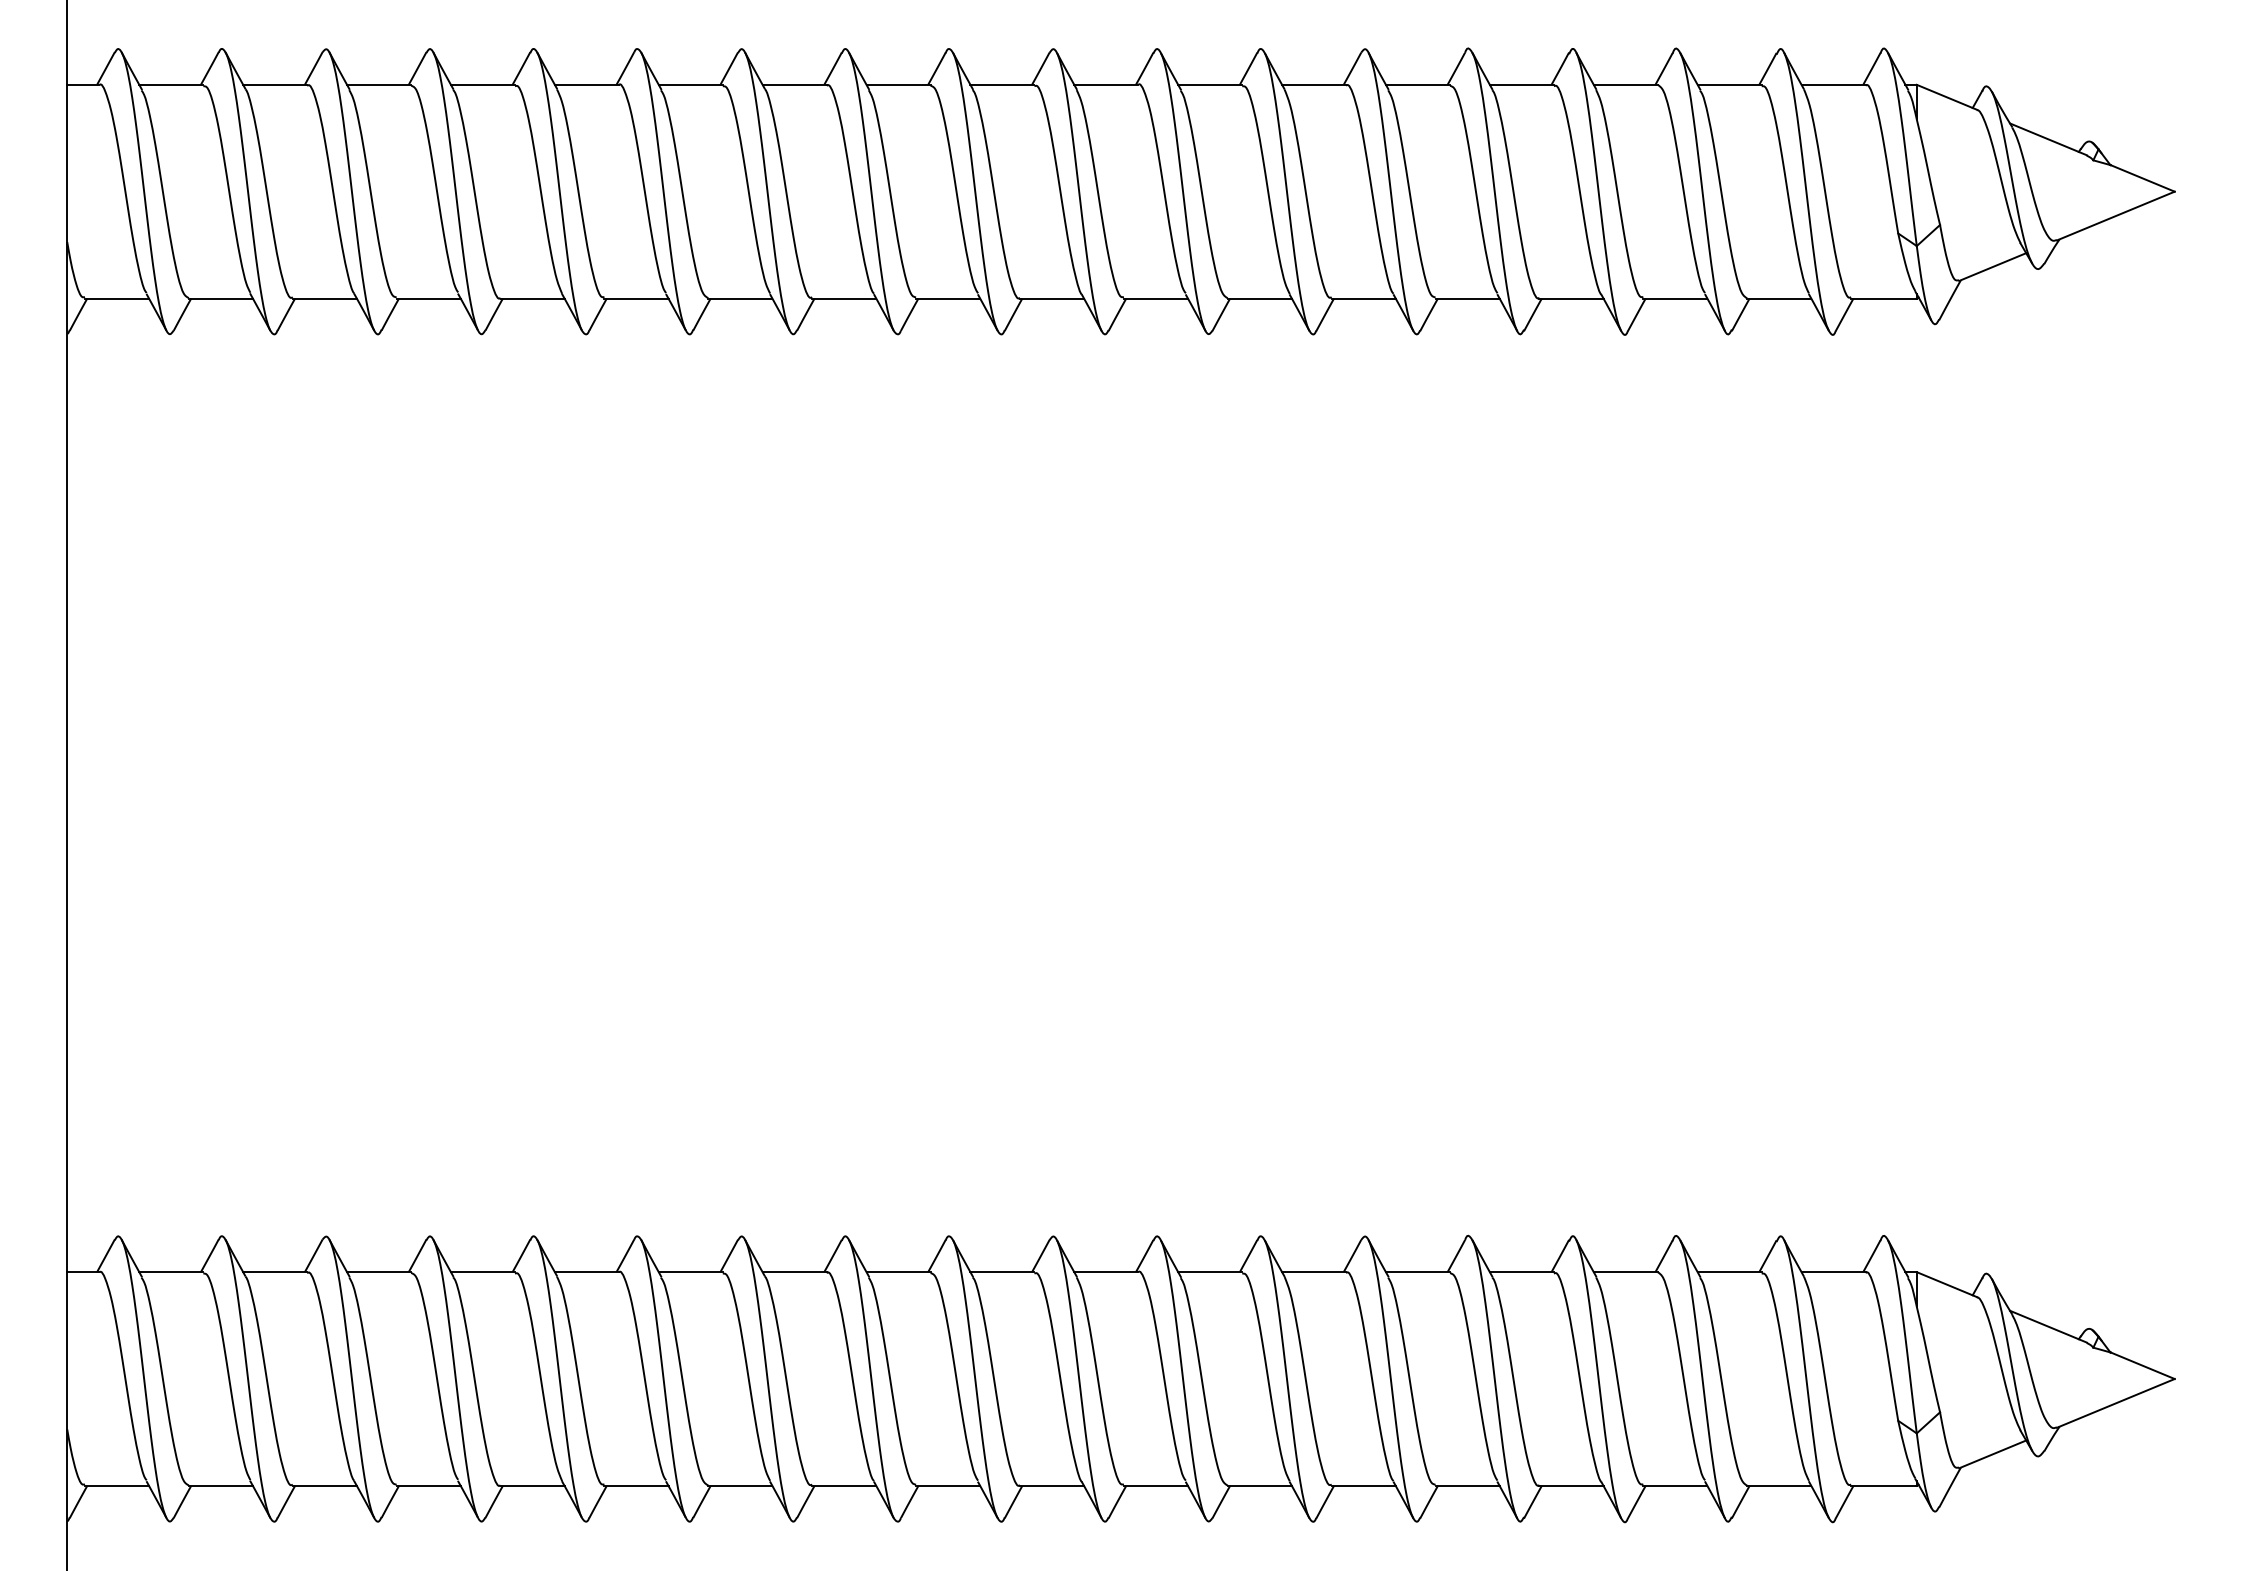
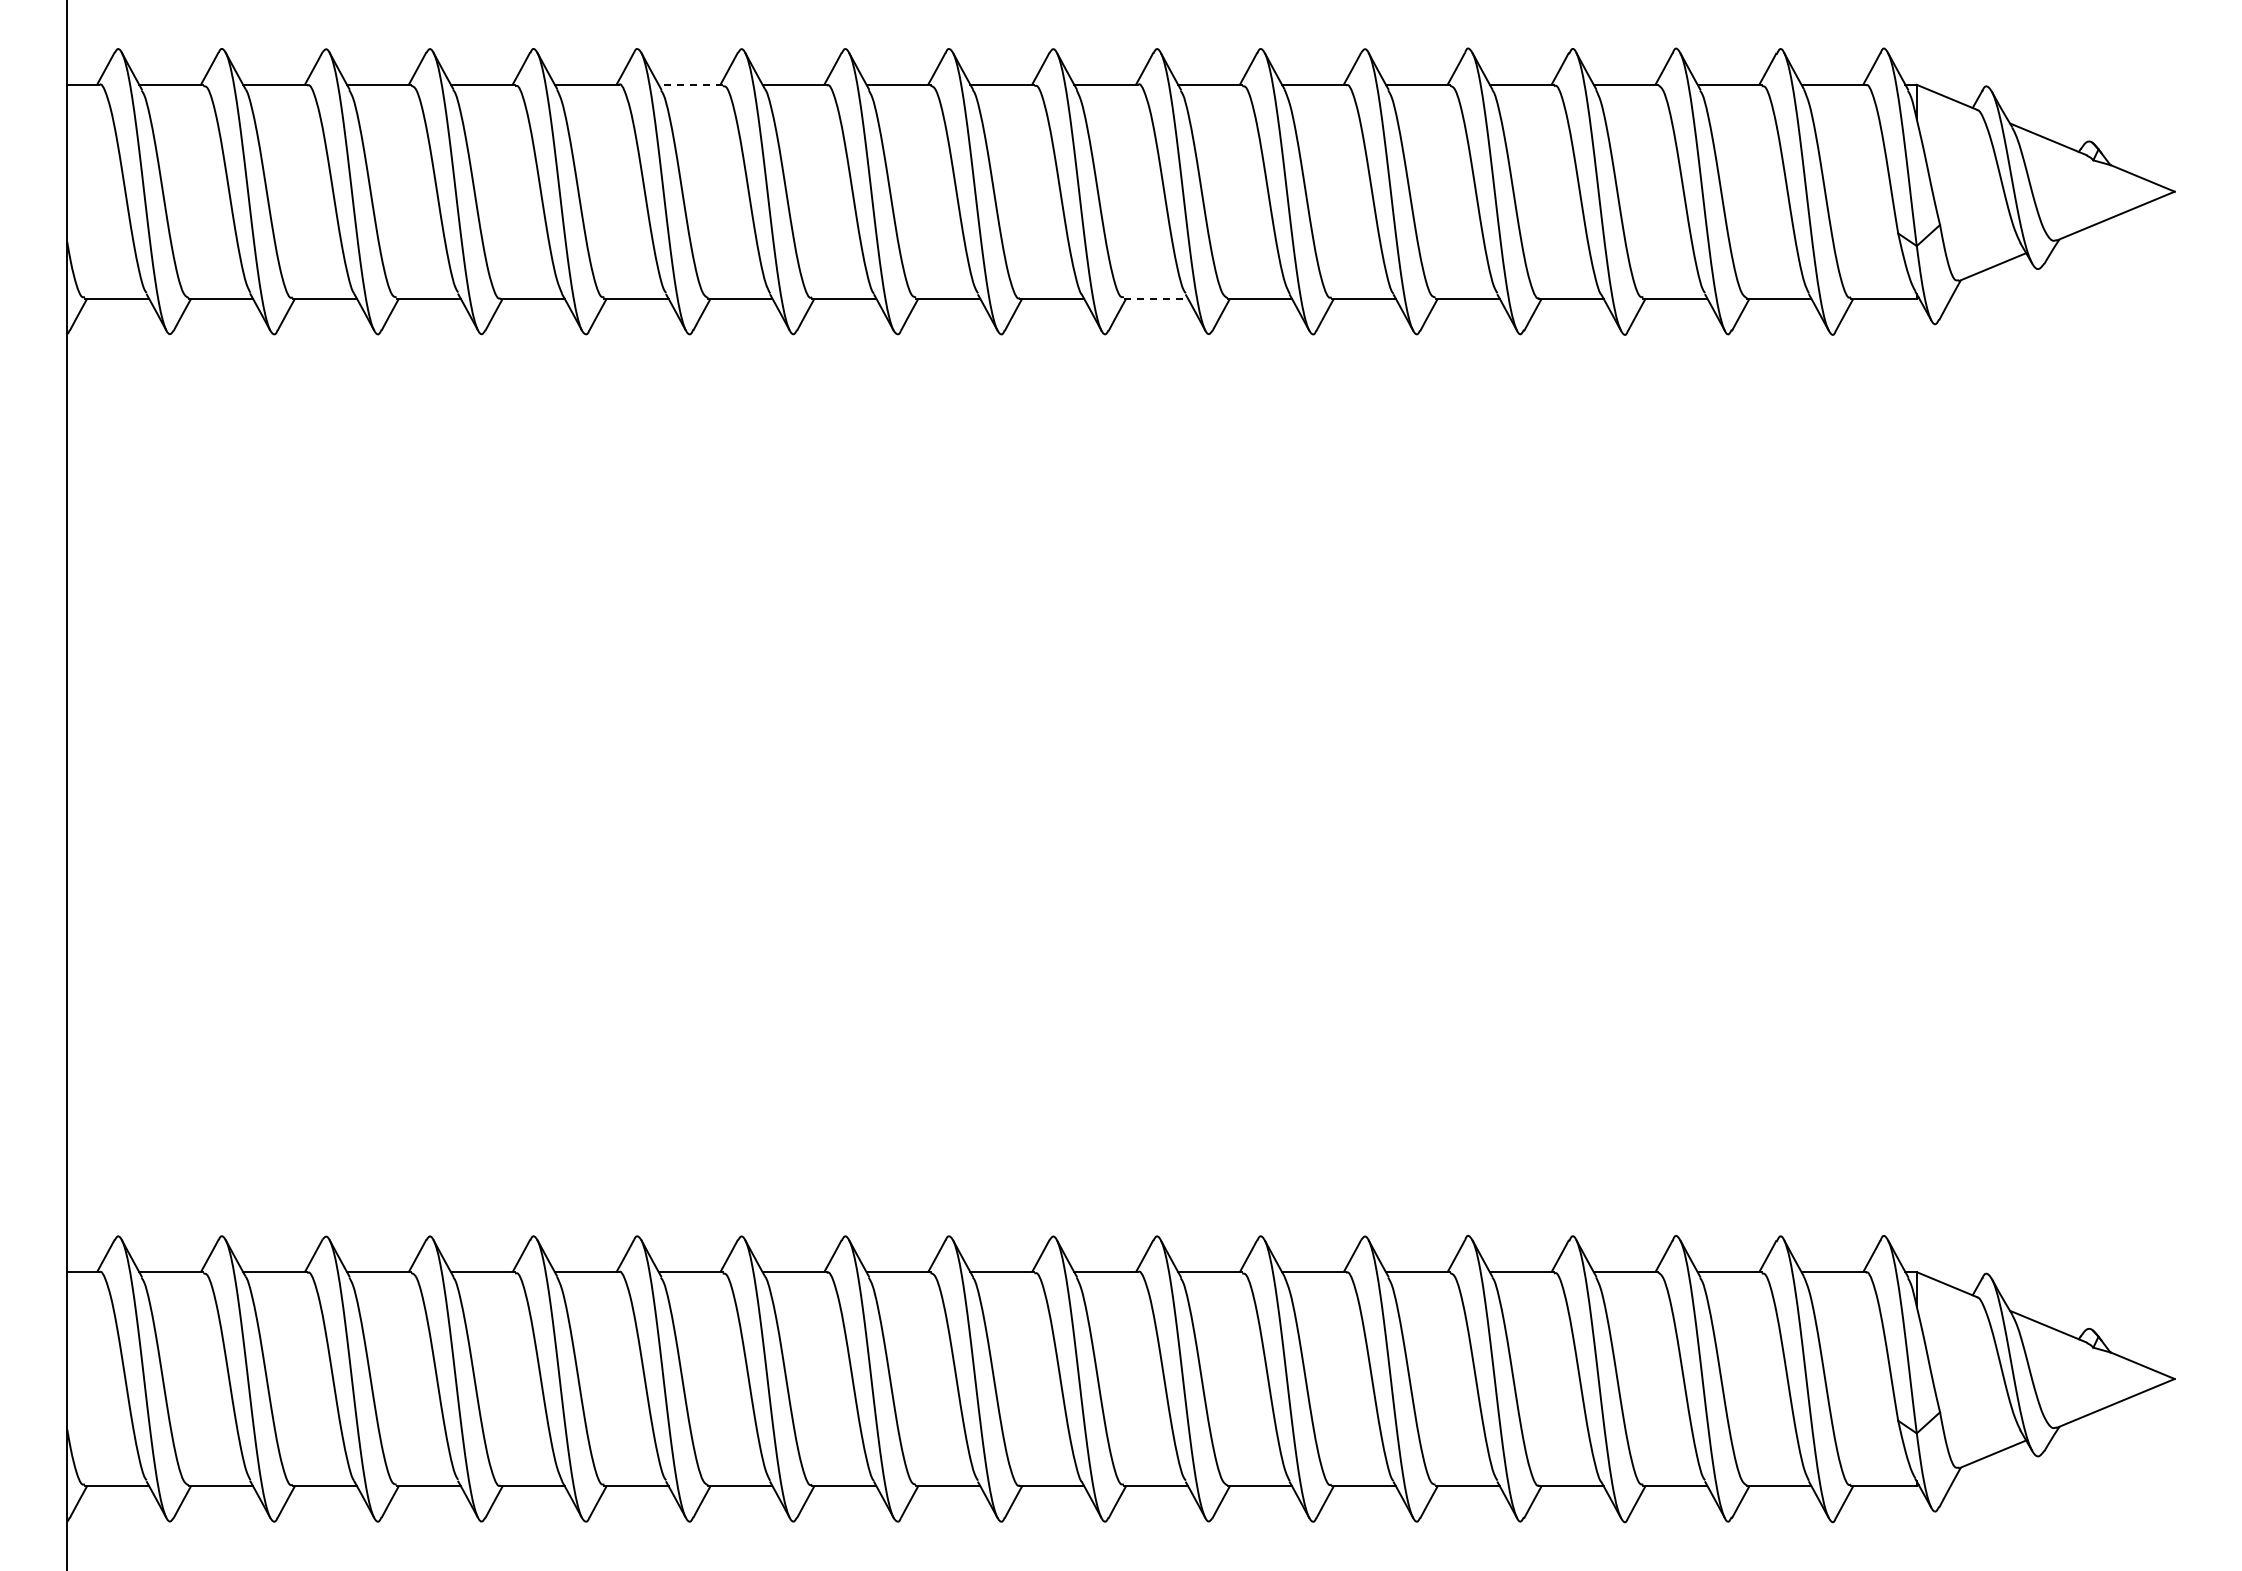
line at (690, 84): solid -> dashed
line at (1156, 298): solid -> dashed
